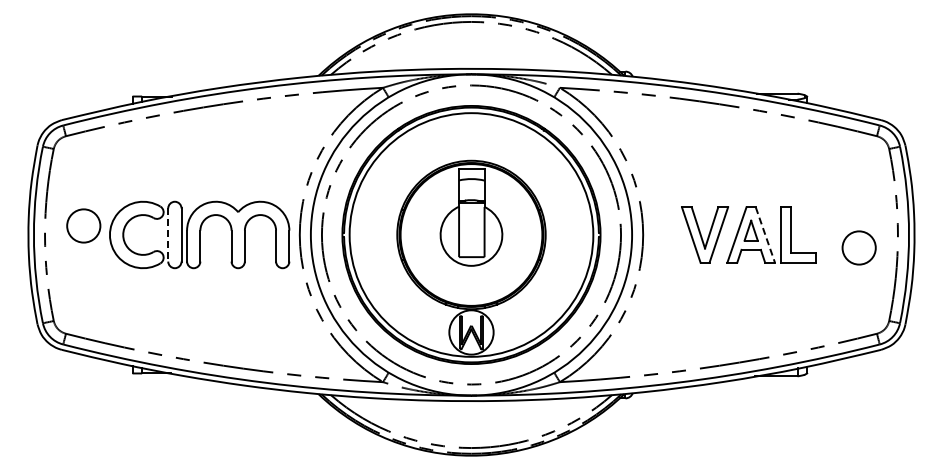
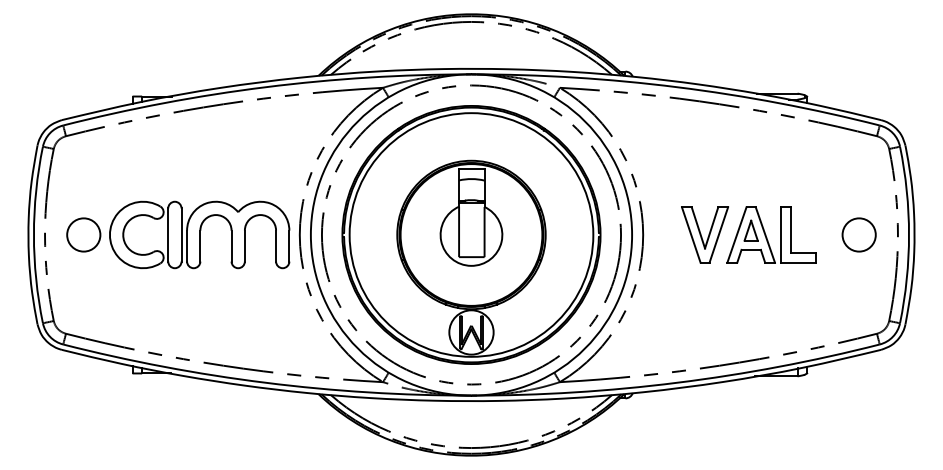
circle at (83, 225) position: (83, 225) -> (83, 234)
line at (168, 235): dashed -> solid
line at (765, 235): dashed -> solid
circle at (858, 247) position: (858, 247) -> (858, 234)
